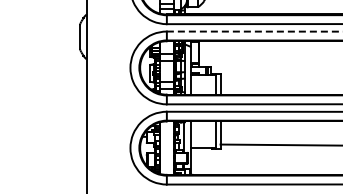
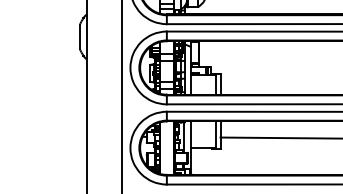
line at (254, 31): dashed -> solid
line at (122, 96): none -> present
line at (279, 144) position: (279, 144) -> (279, 137)
